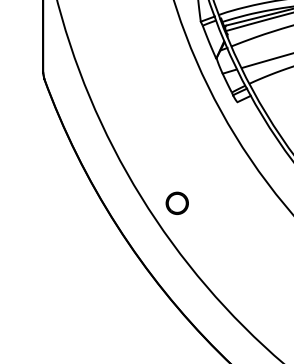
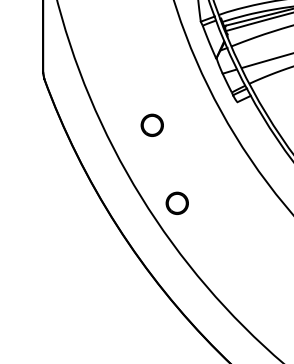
part at (151, 124): none -> present
